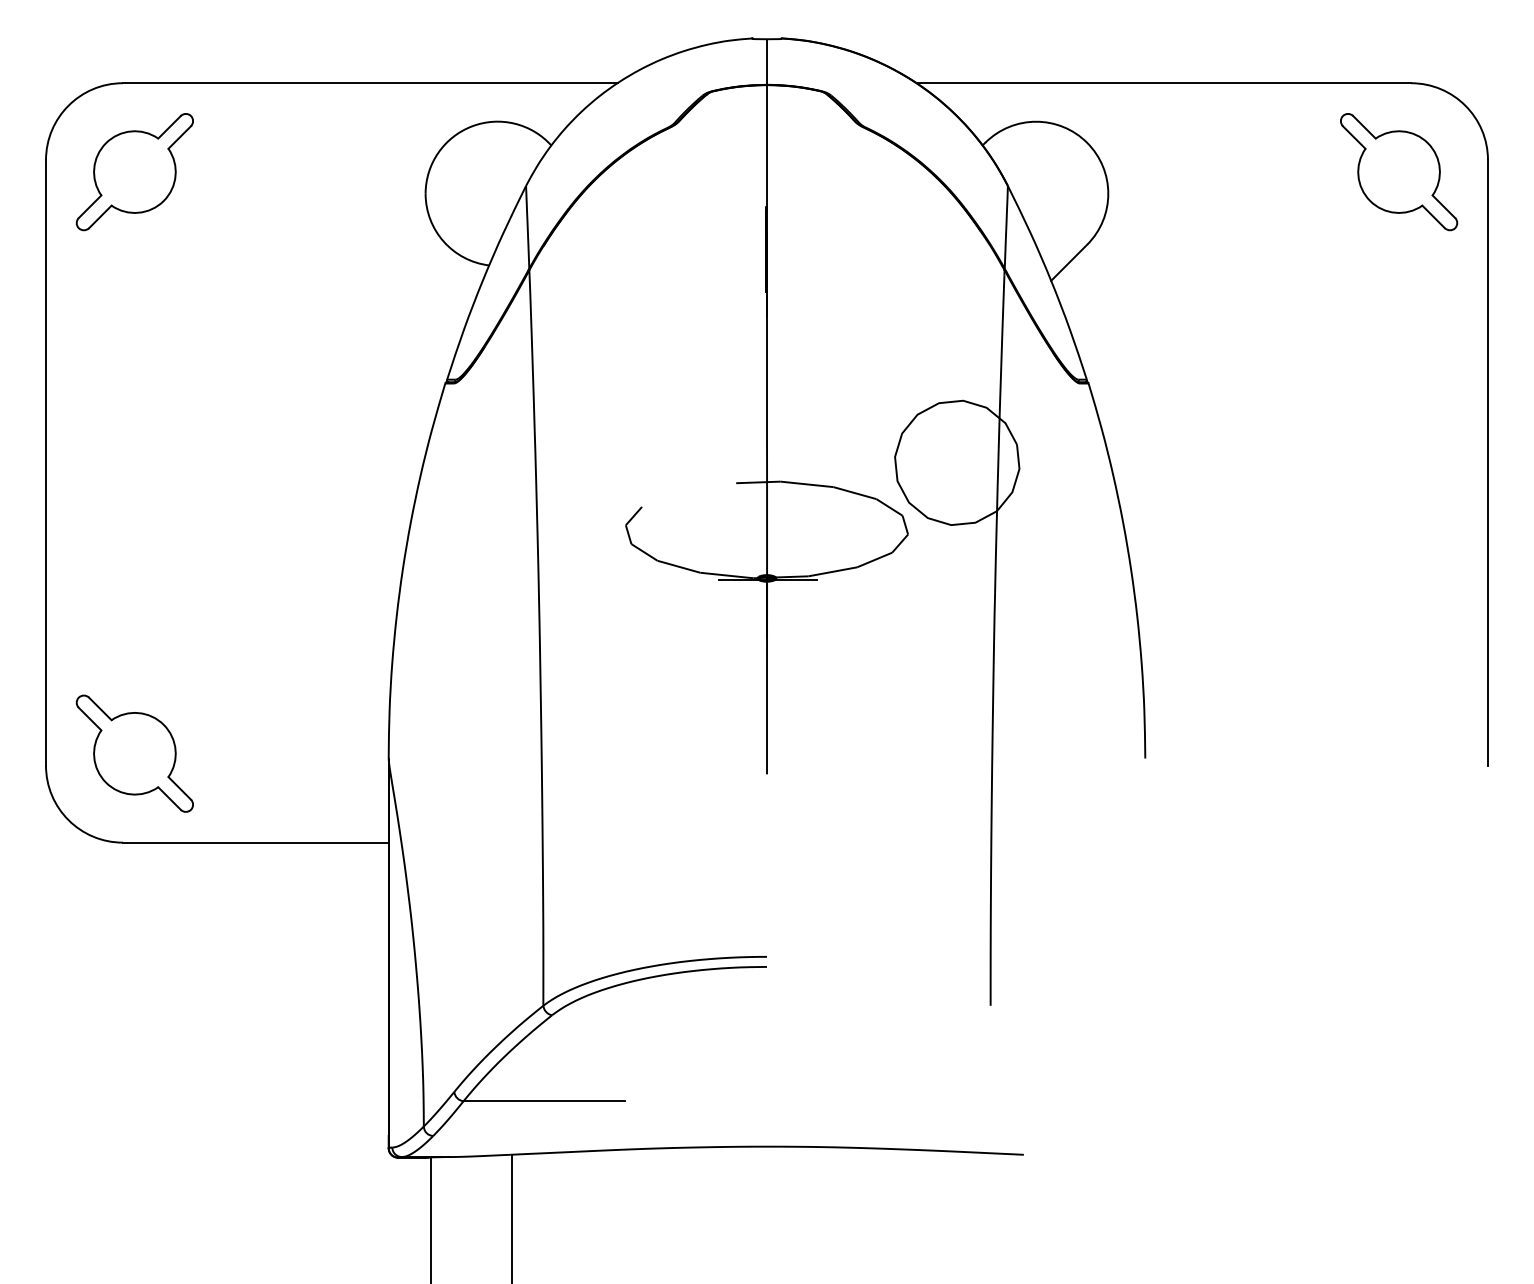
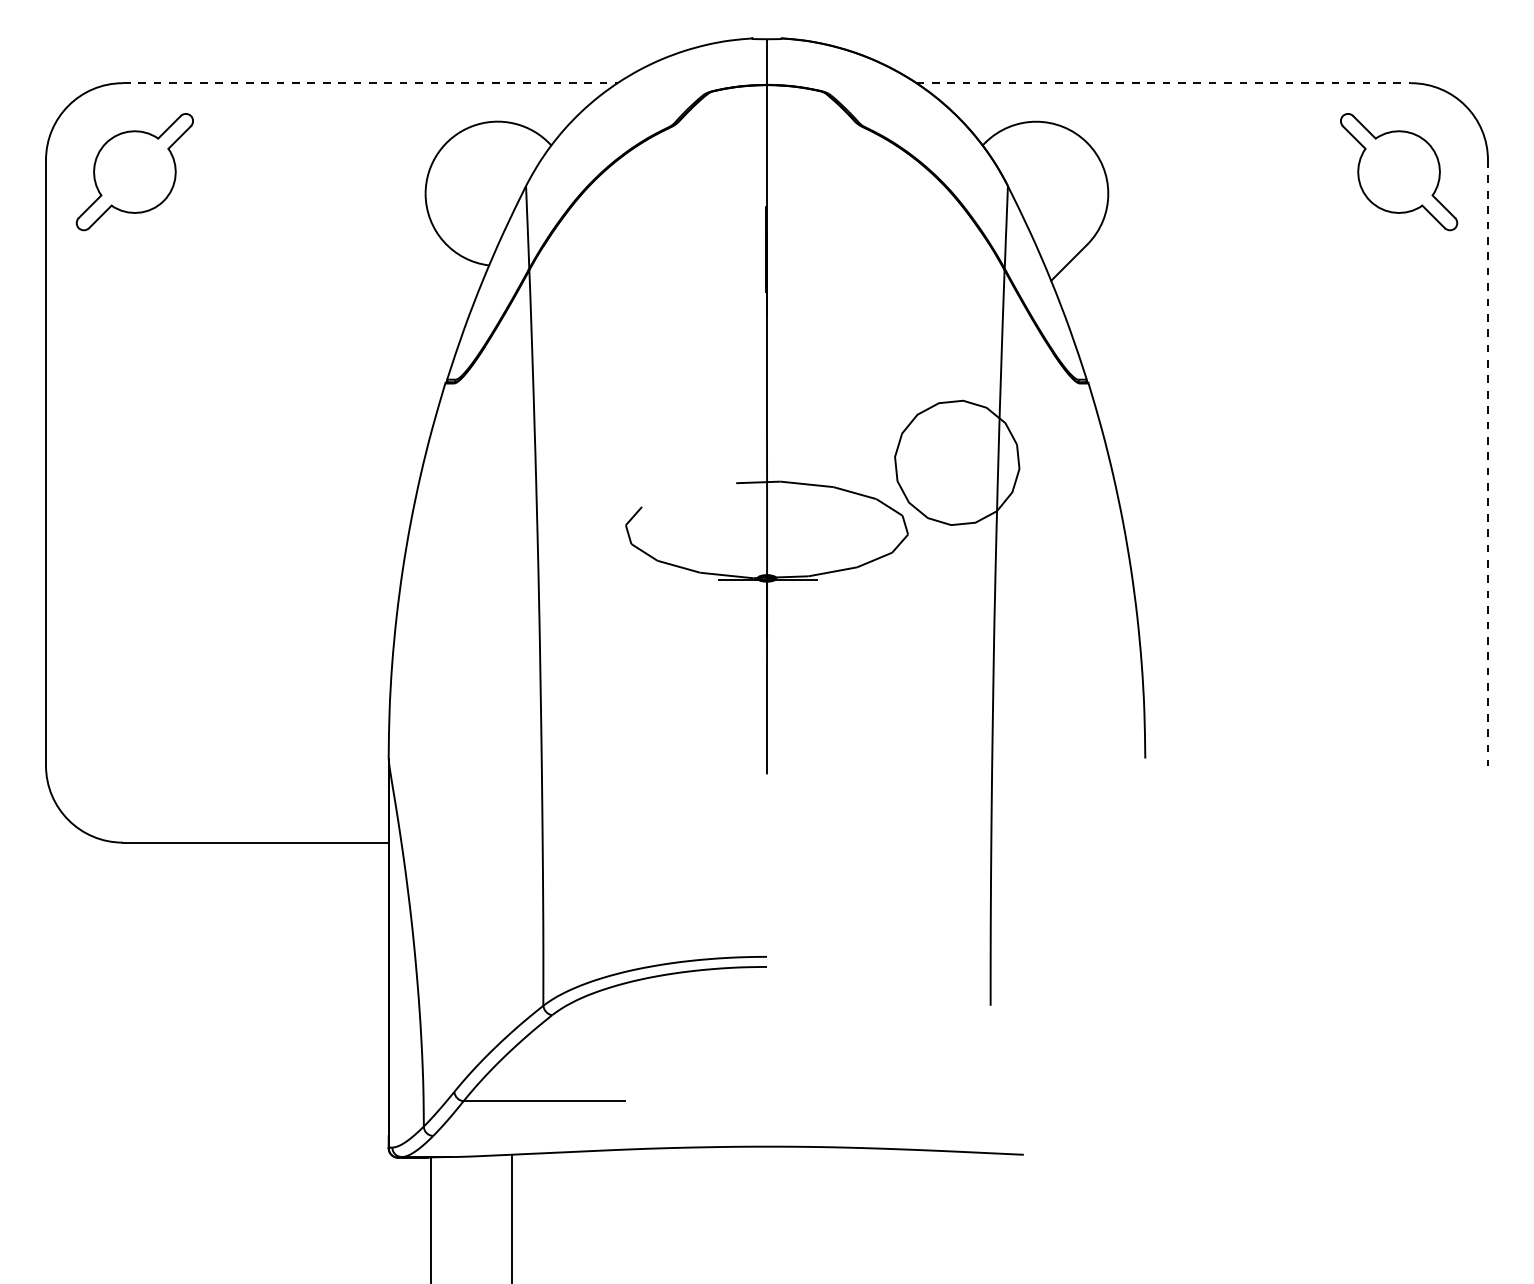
line at (370, 83): solid -> dashed
line at (1164, 83): solid -> dashed
line at (1487, 462): solid -> dashed
part at (134, 753): present -> none
